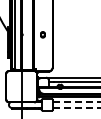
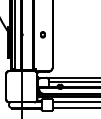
line at (77, 101): dashed -> solid
line at (77, 108): dashed -> solid
